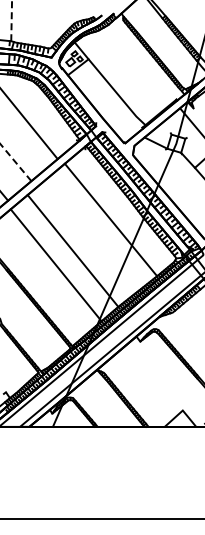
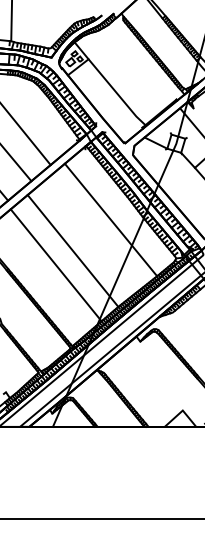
line at (11, 20): dashed -> solid
line at (29, 124) position: (29, 124) -> (26, 135)
line at (15, 162): dashed -> solid
